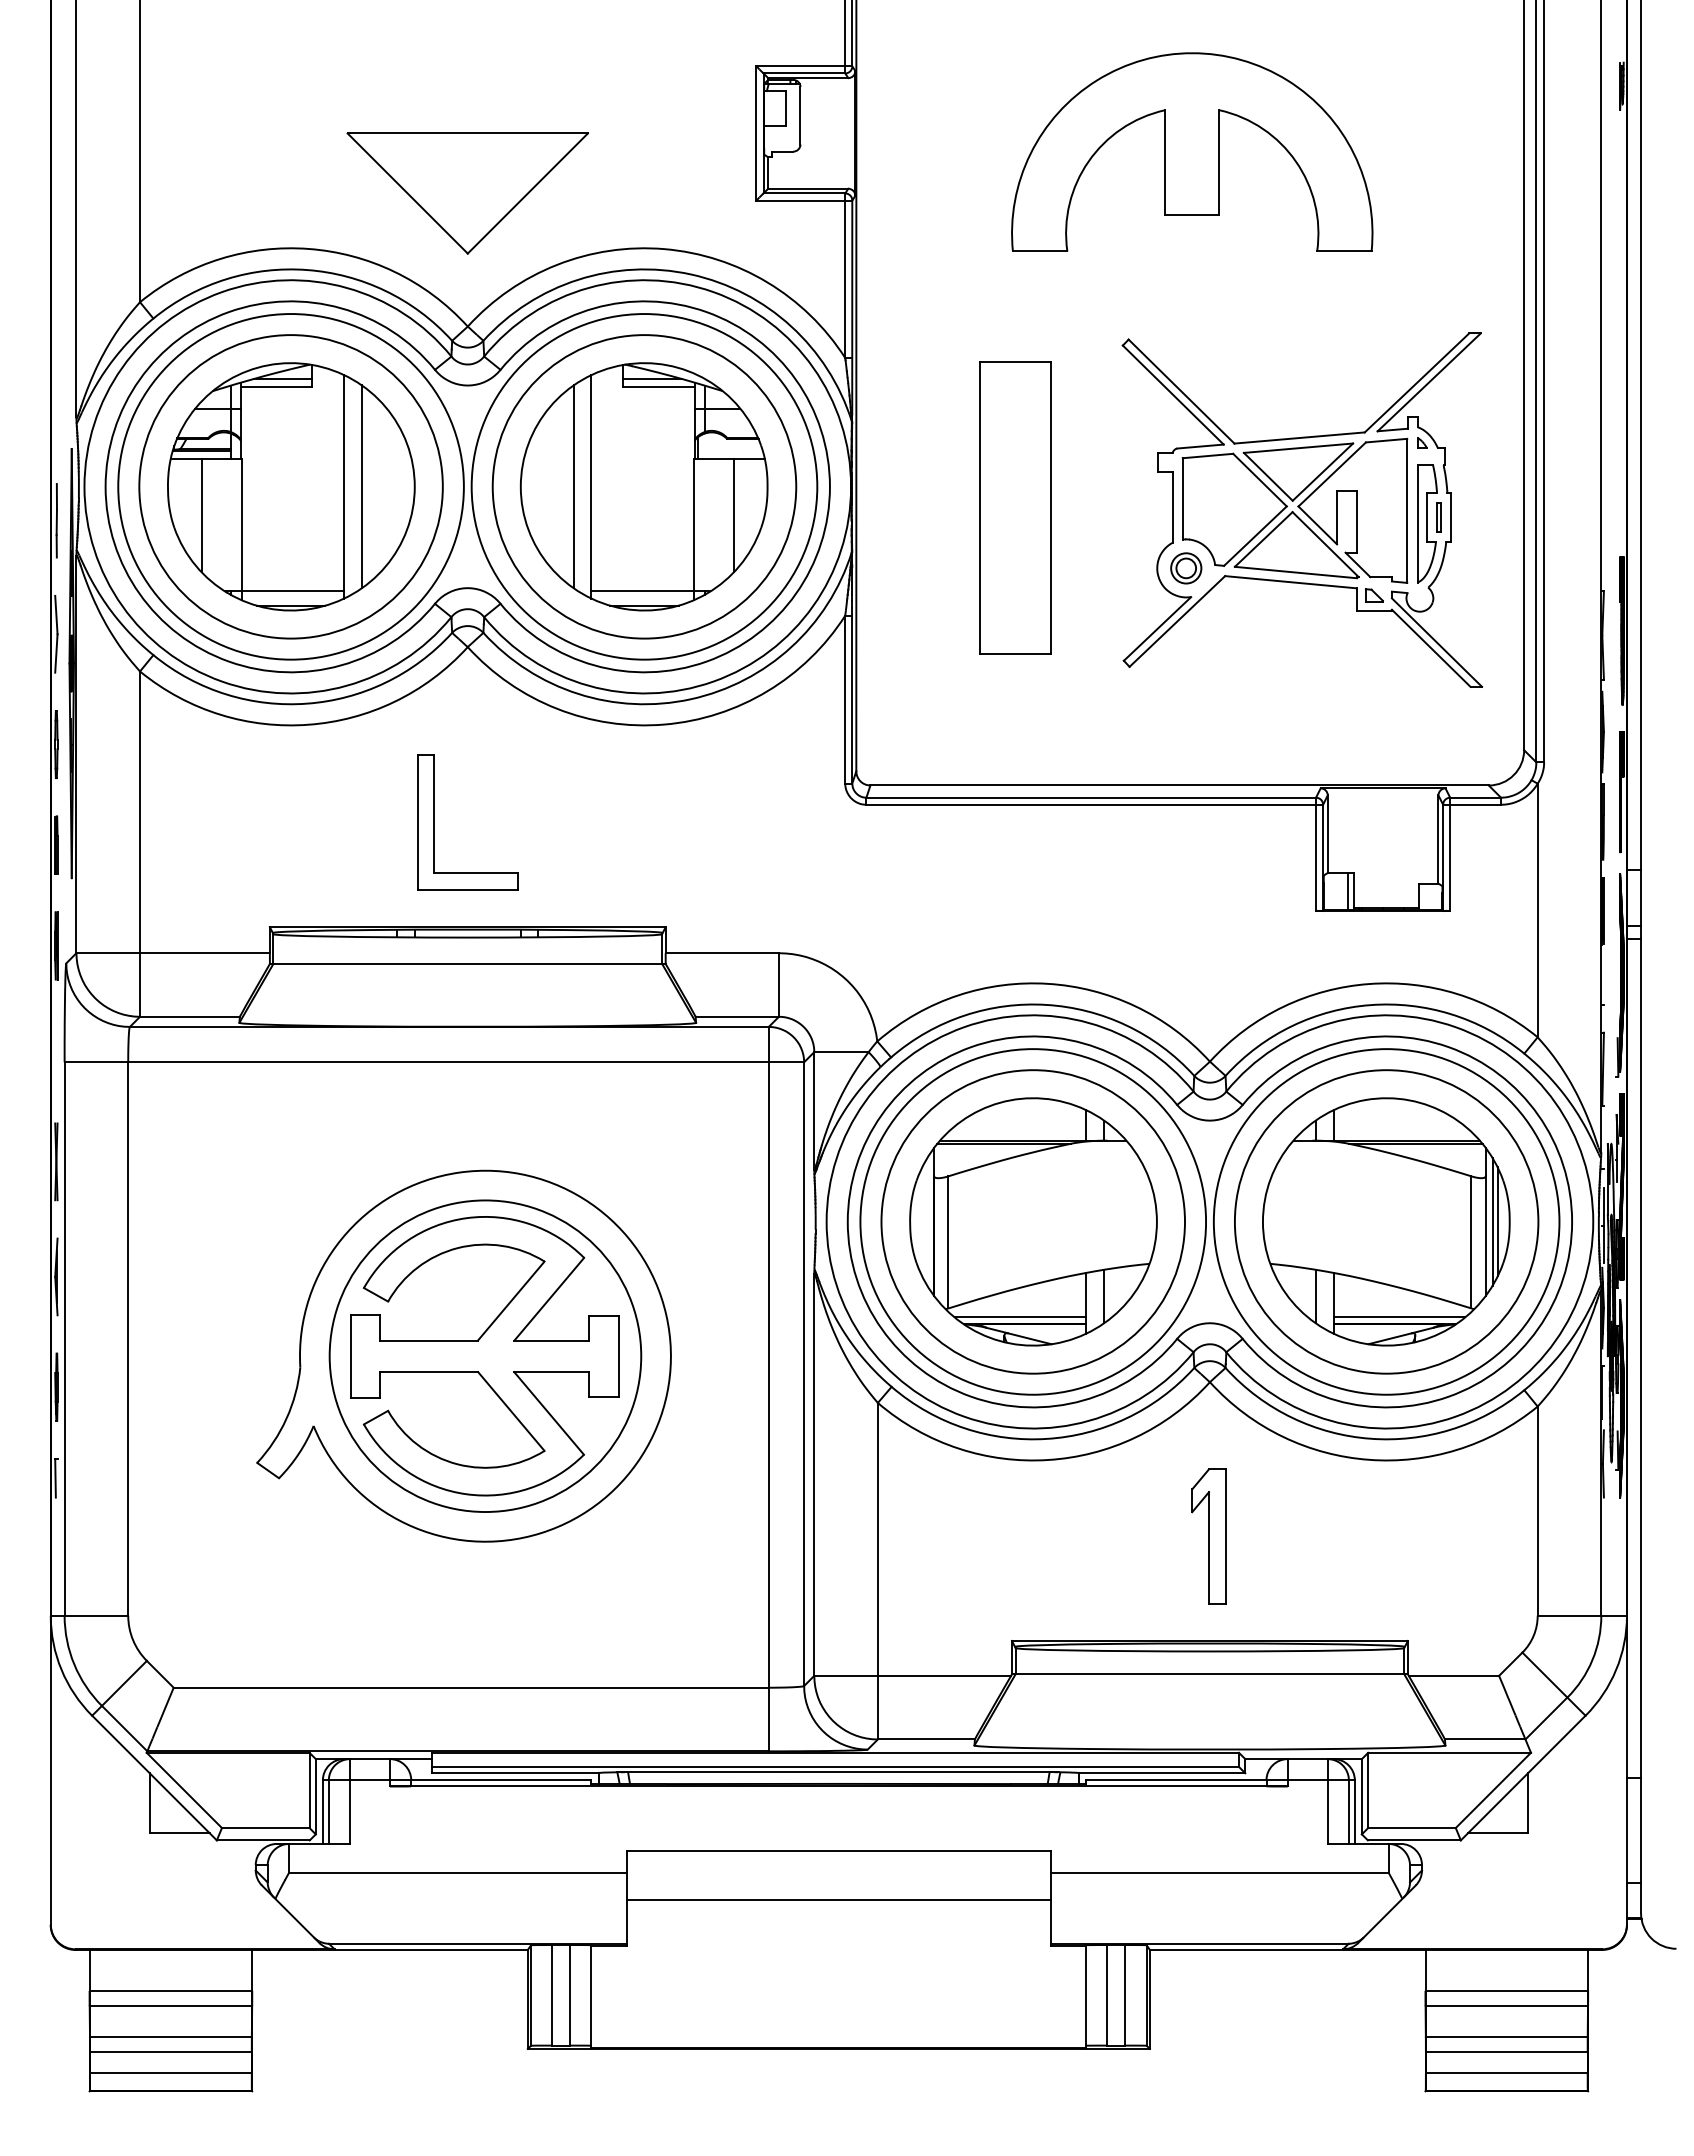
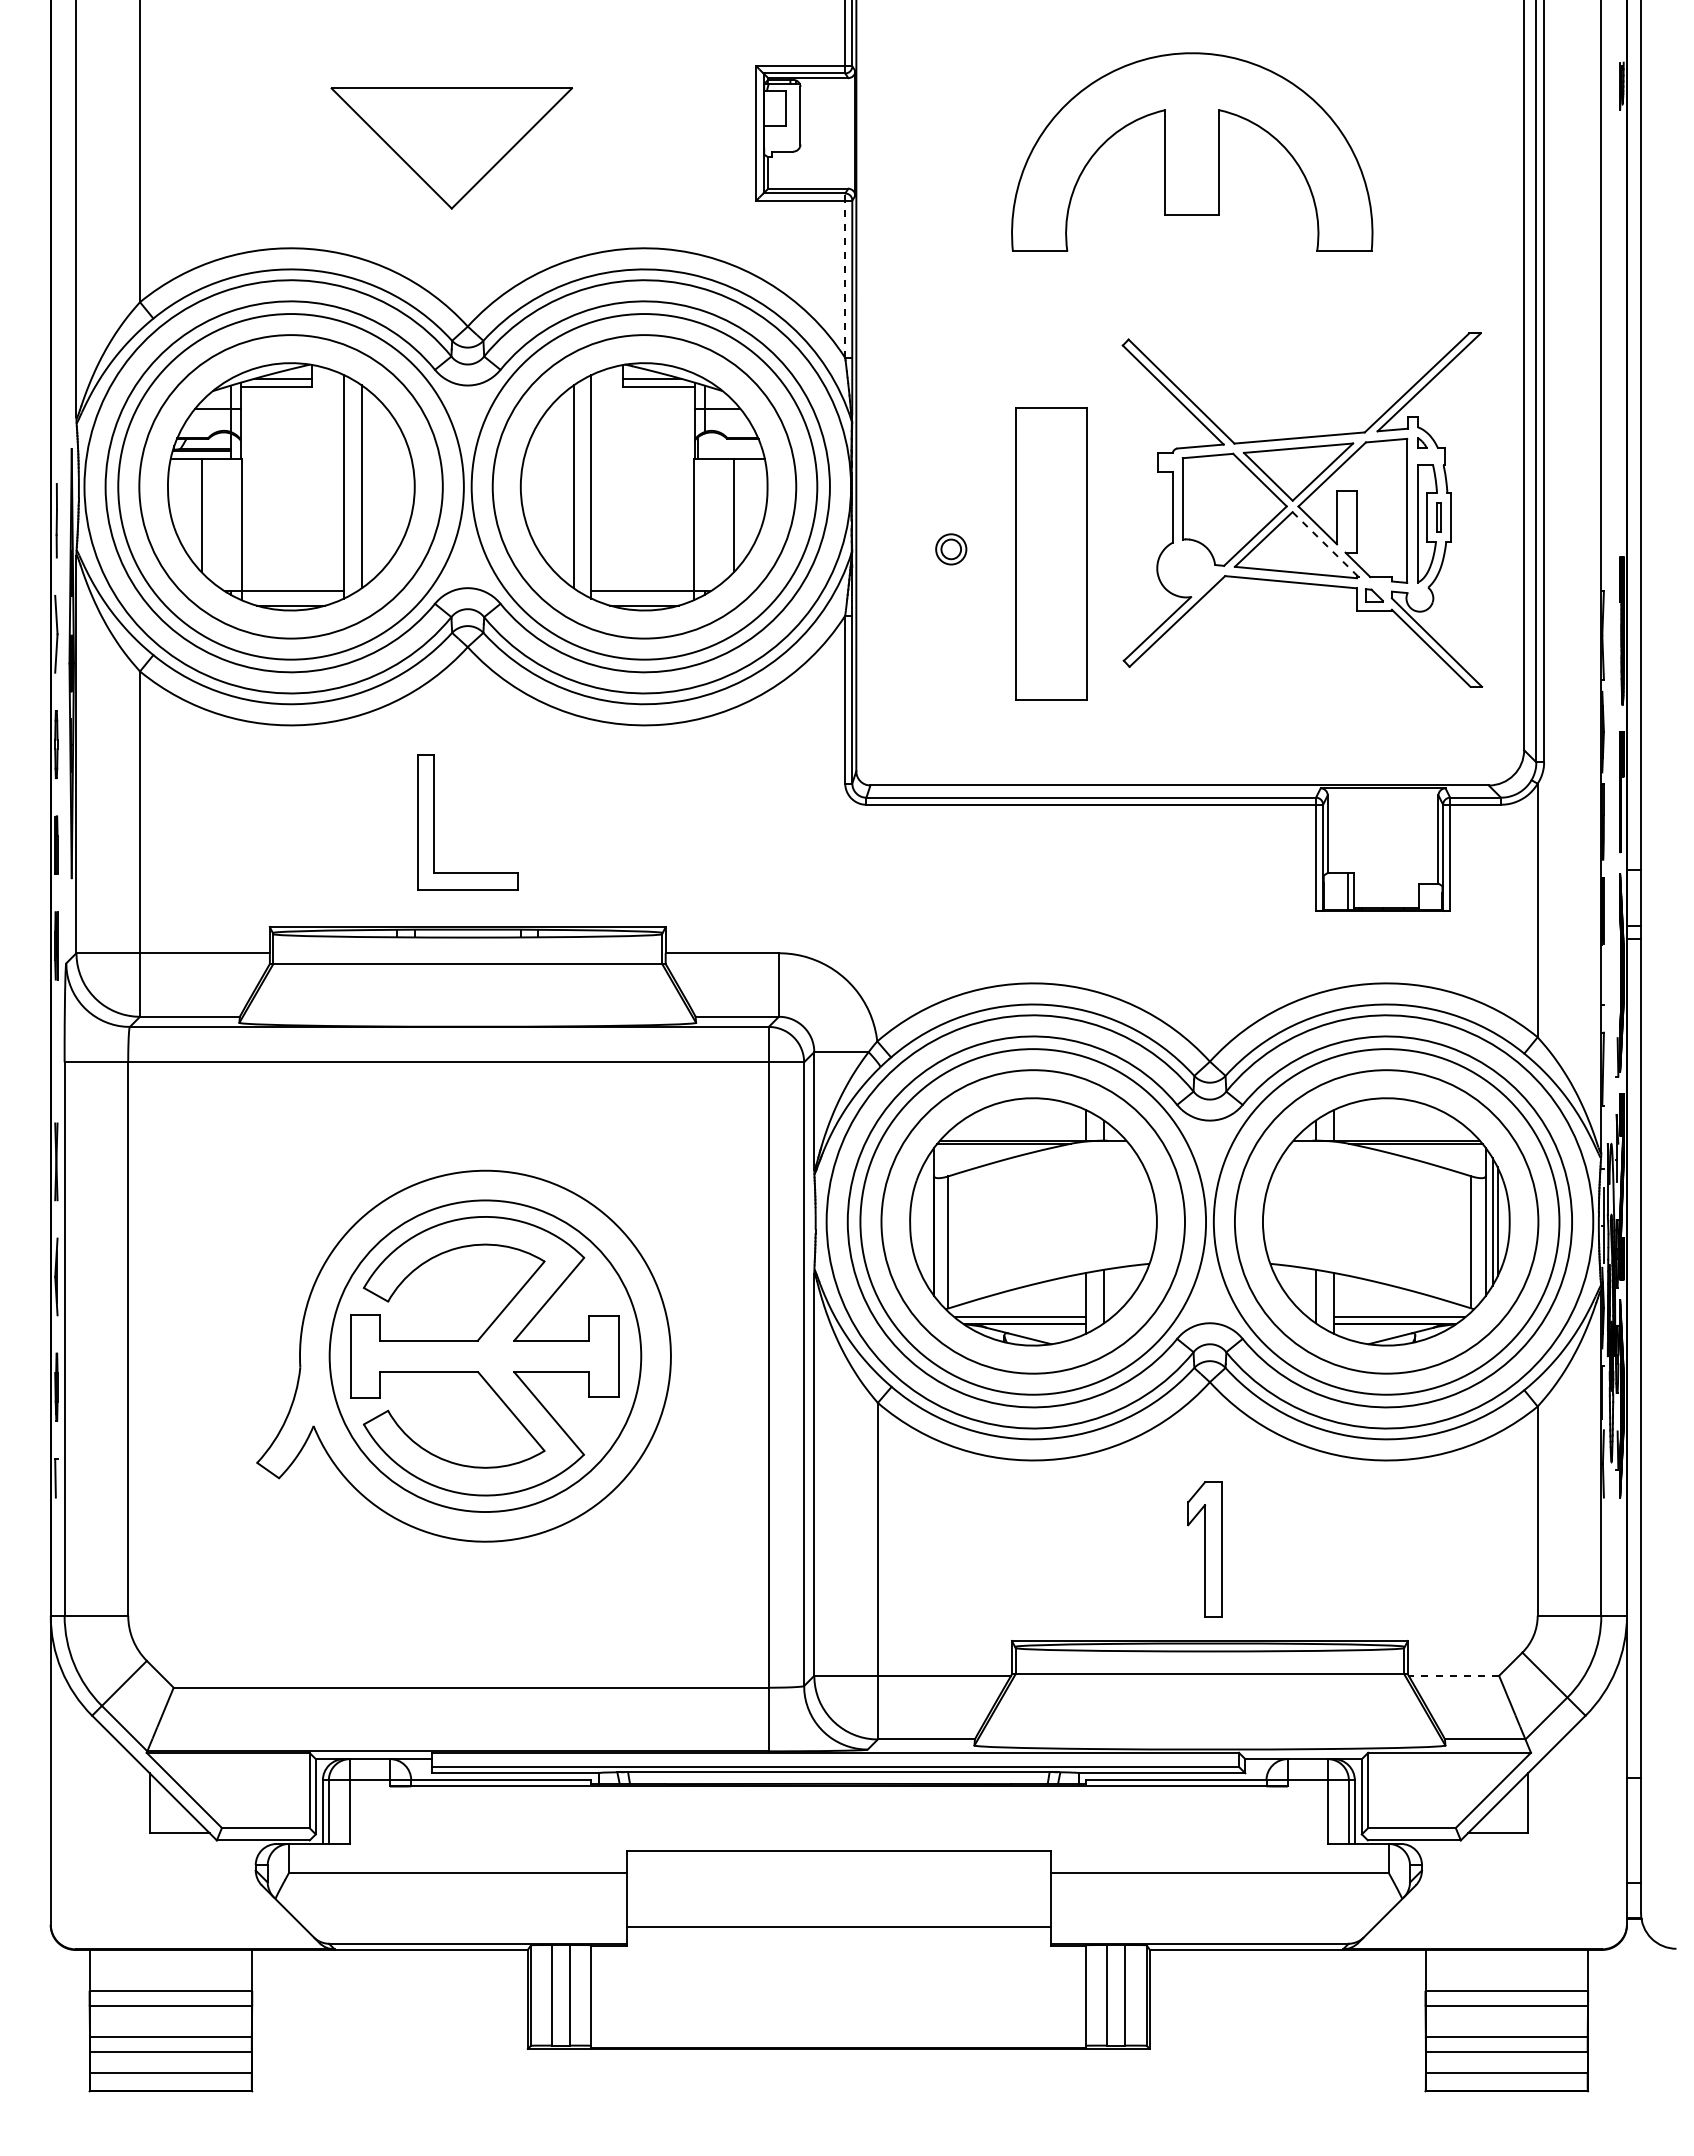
part at (467, 193) position: (467, 193) -> (451, 148)
line at (845, 275): solid -> dashed
part at (1015, 507) position: (1015, 507) -> (1051, 553)
line at (1326, 544): solid -> dashed
part at (1186, 568) position: (1186, 568) -> (951, 549)
part at (1208, 1536) position: (1208, 1536) -> (1204, 1549)
line at (1453, 1675): solid -> dashed
line at (838, 1900) position: (838, 1900) -> (838, 1927)
